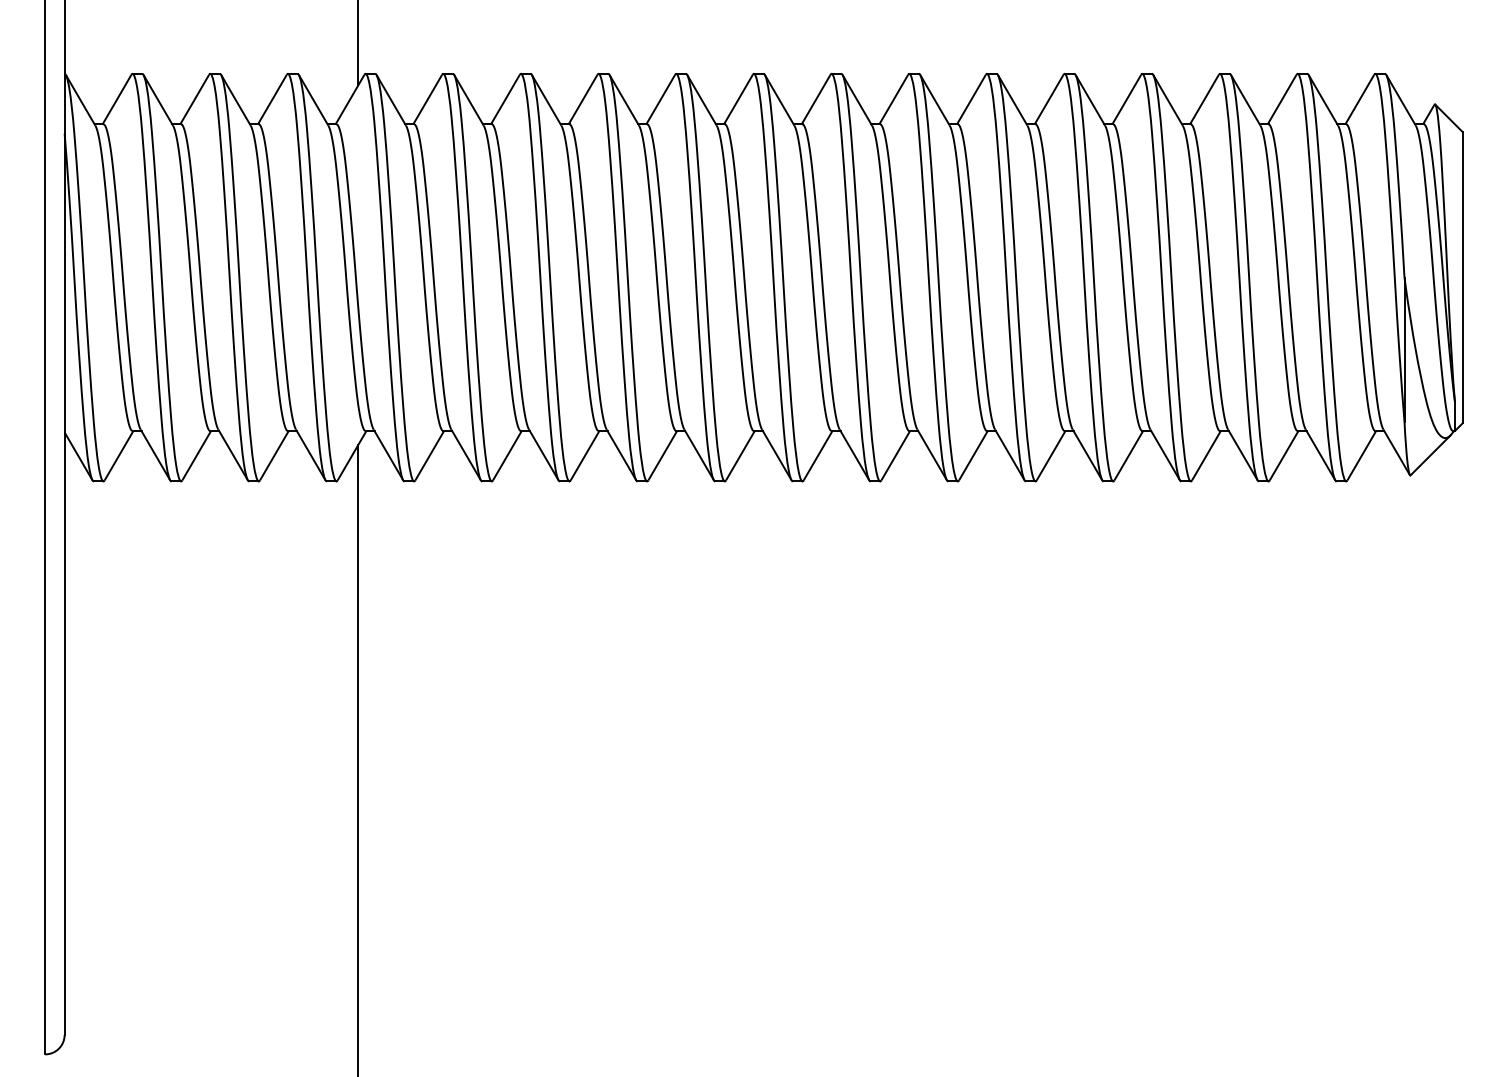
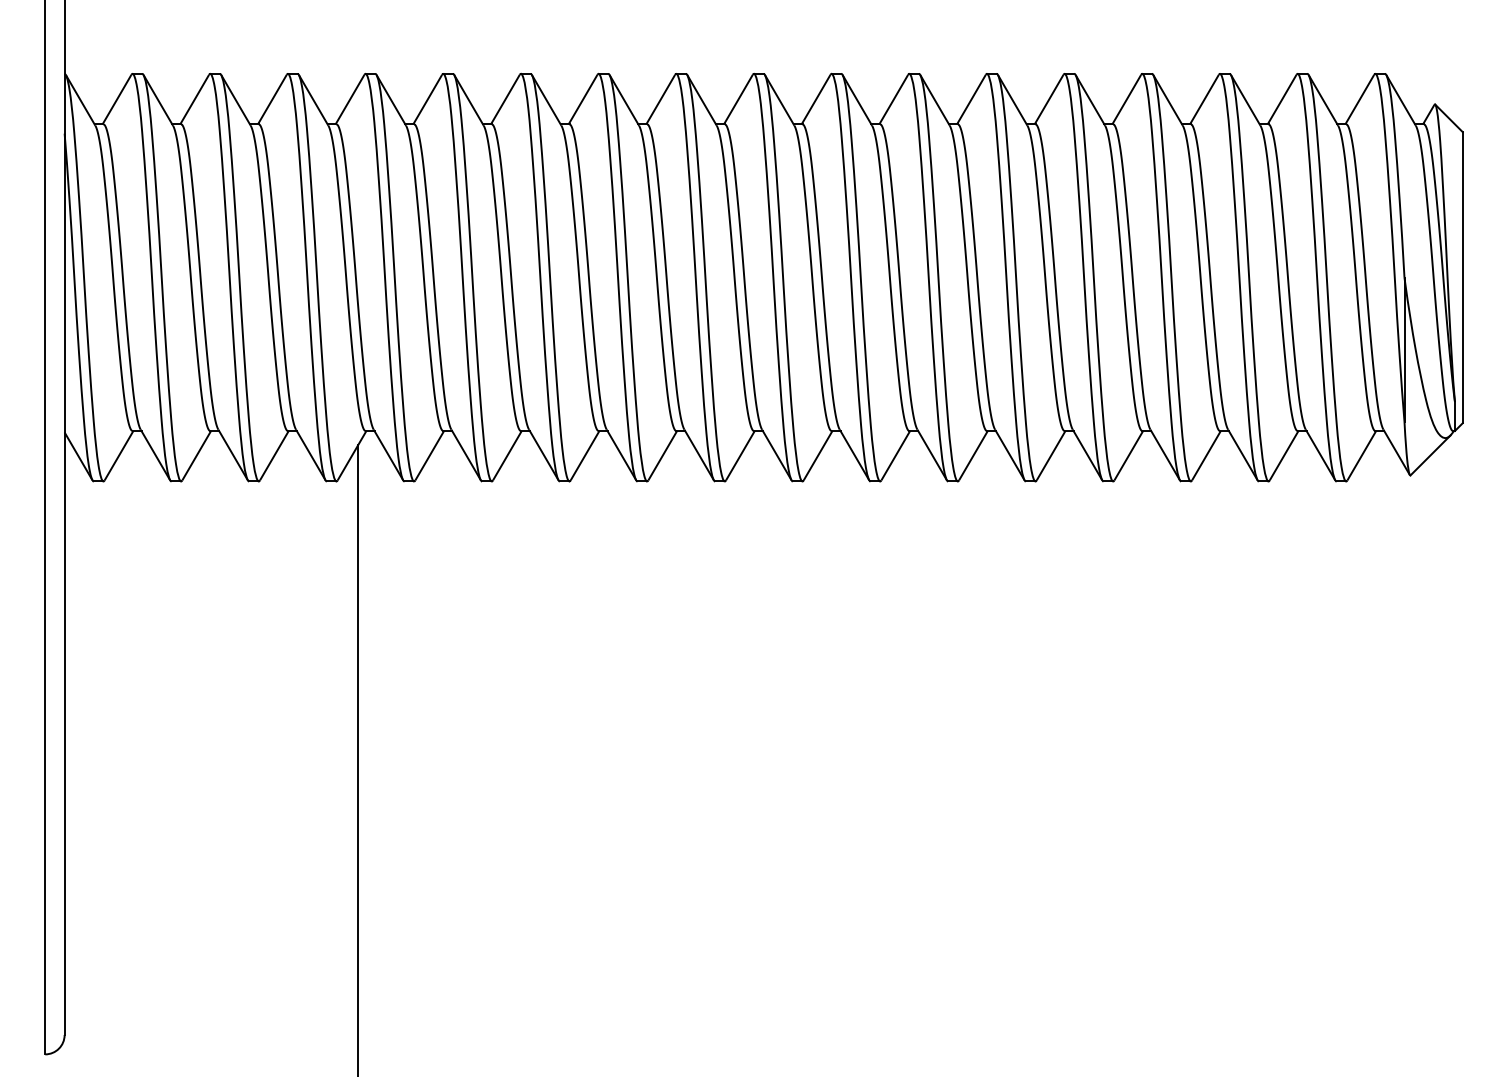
line at (358, 43): present -> none
